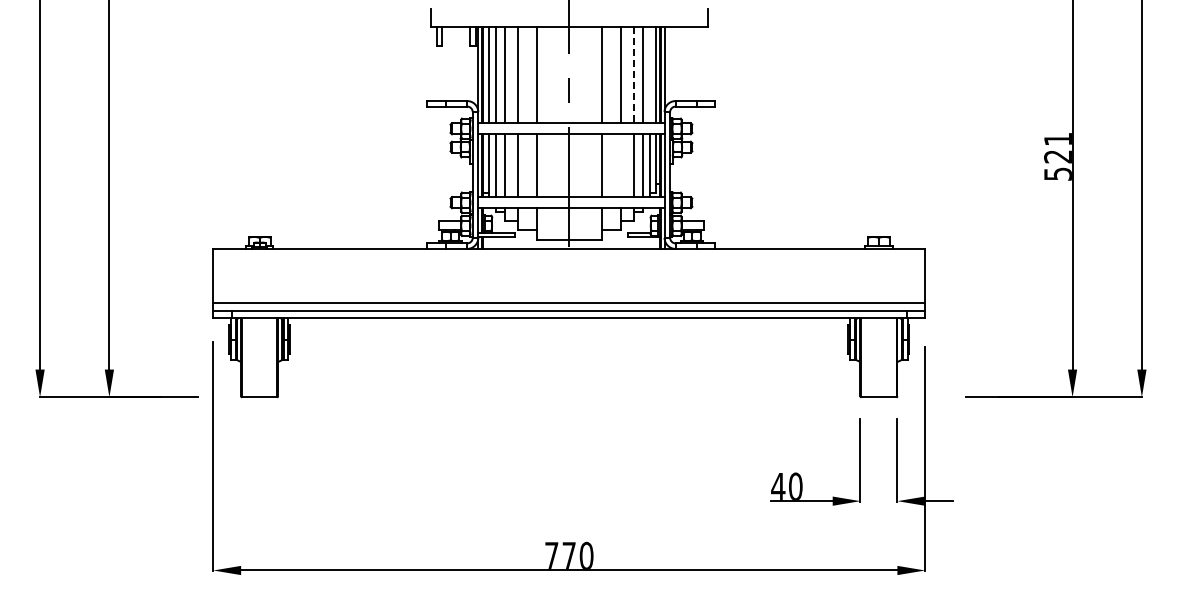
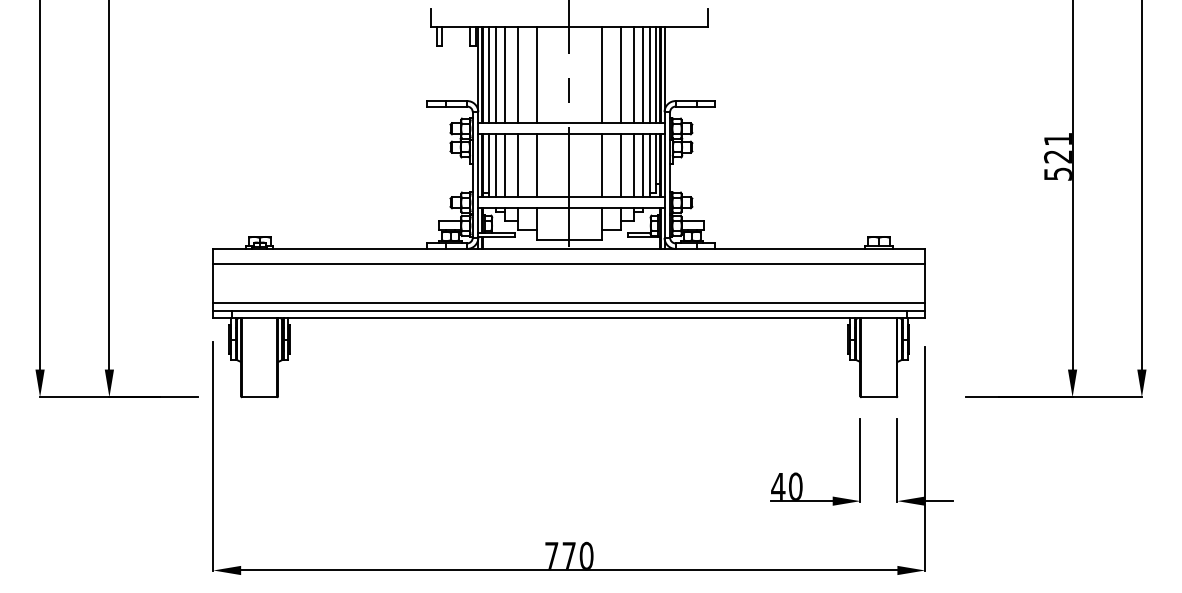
line at (633, 75): dashed -> solid
line at (650, 75): none -> present
line at (621, 165): none -> present
line at (569, 263): none -> present
